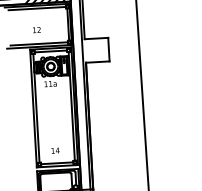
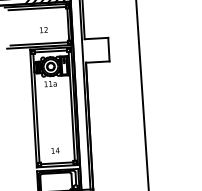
text at (36, 30) position: (36, 30) -> (43, 30)
